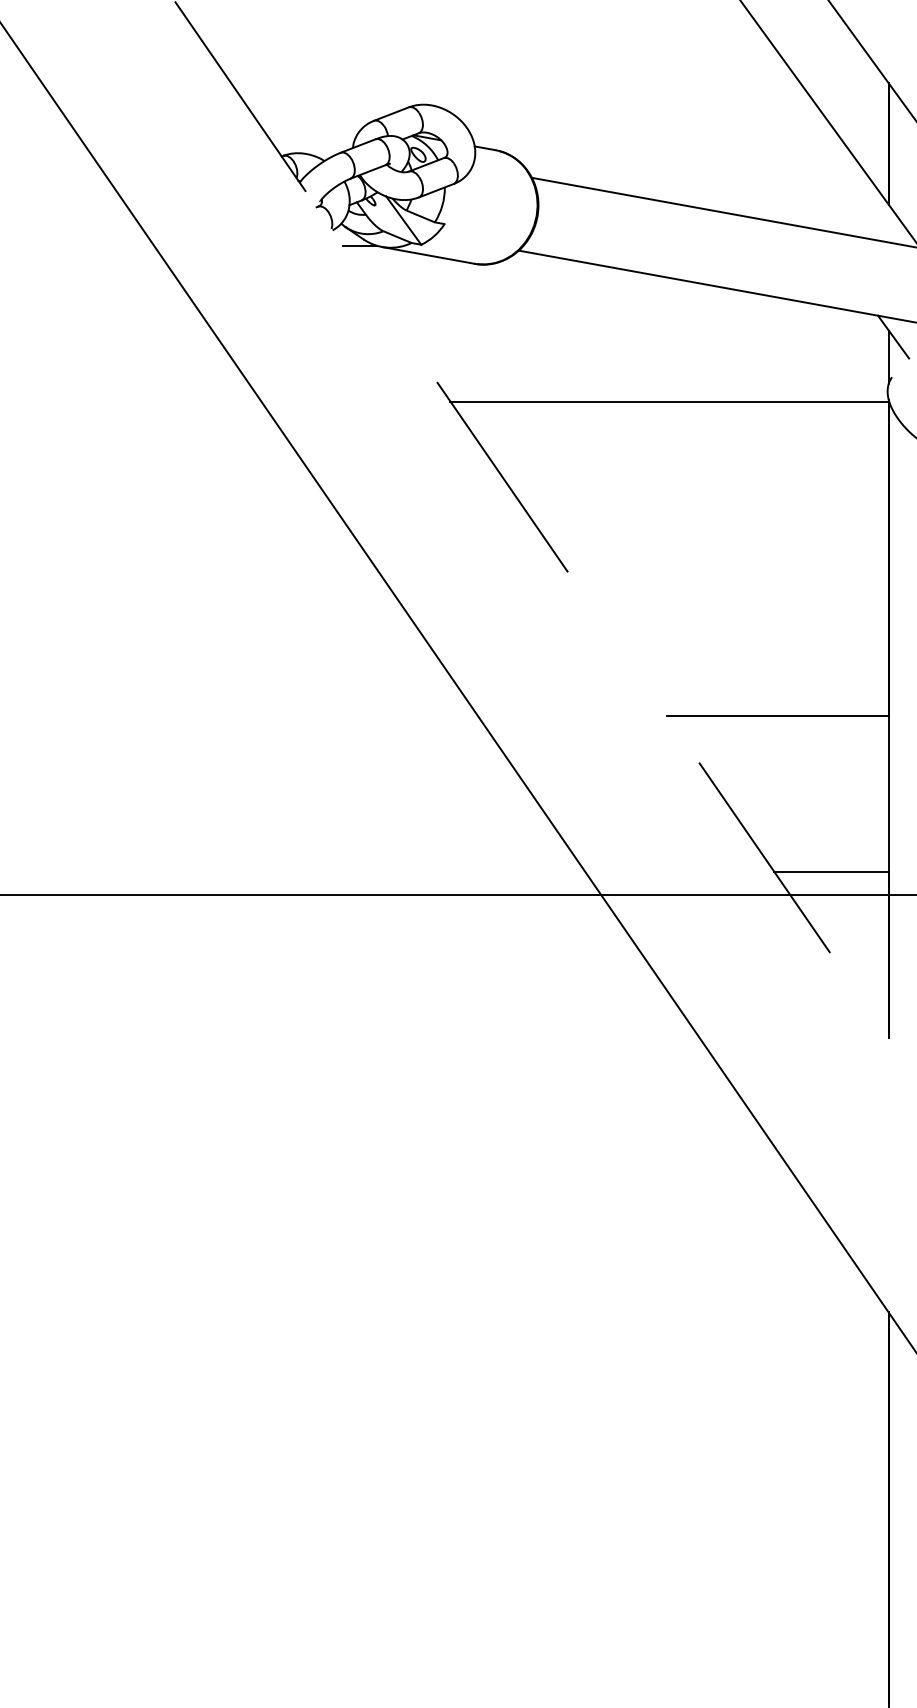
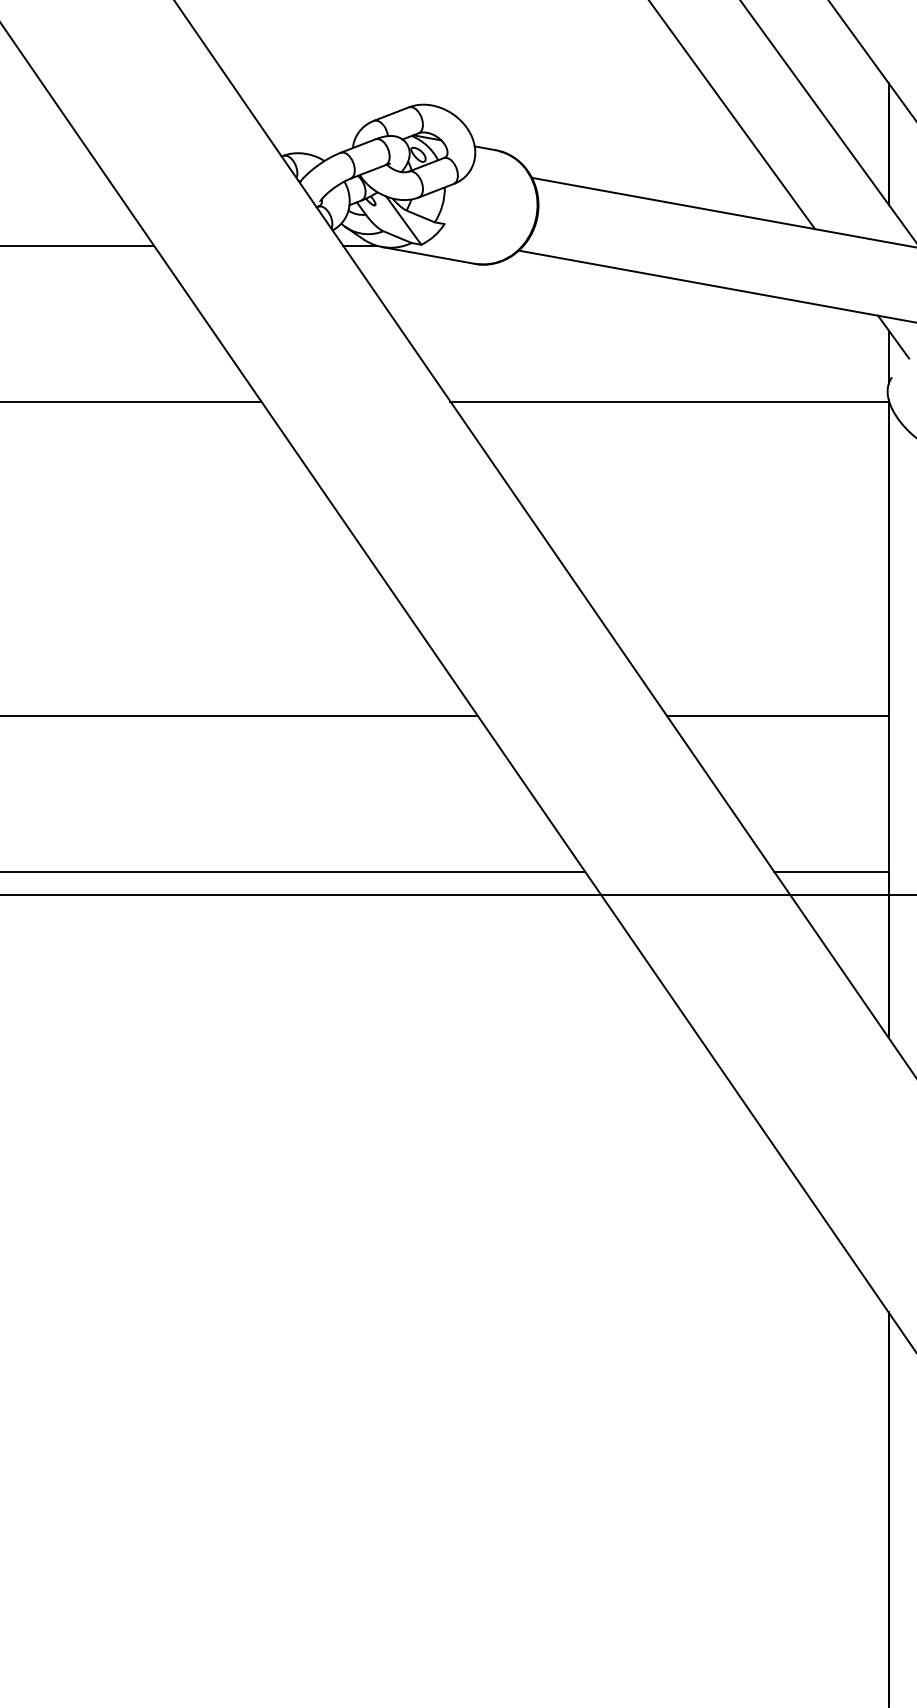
line at (732, 115): none -> present
line at (78, 245): none -> present
line at (131, 401): none -> present
line at (545, 538): dashed -> solid
line at (239, 716): none -> present
line at (293, 871): none -> present
